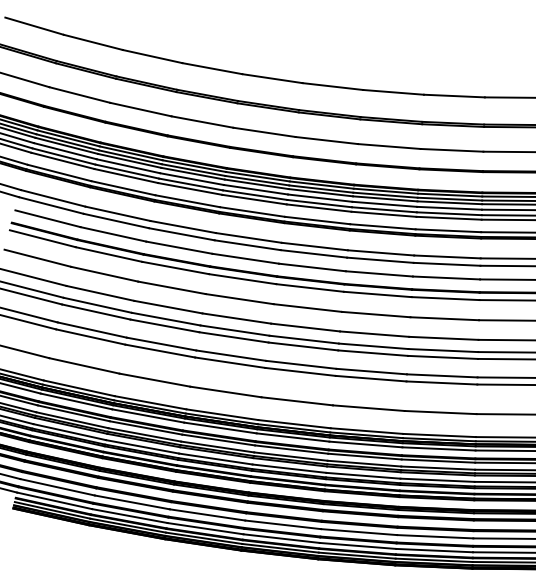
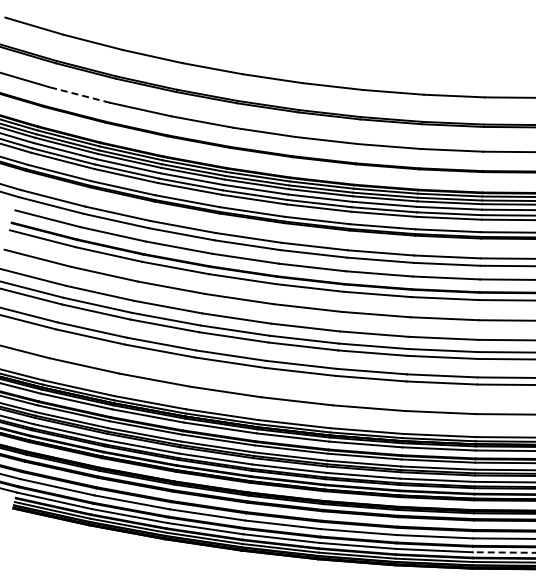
line at (79, 94): solid -> dashed
line at (503, 552): solid -> dashed
